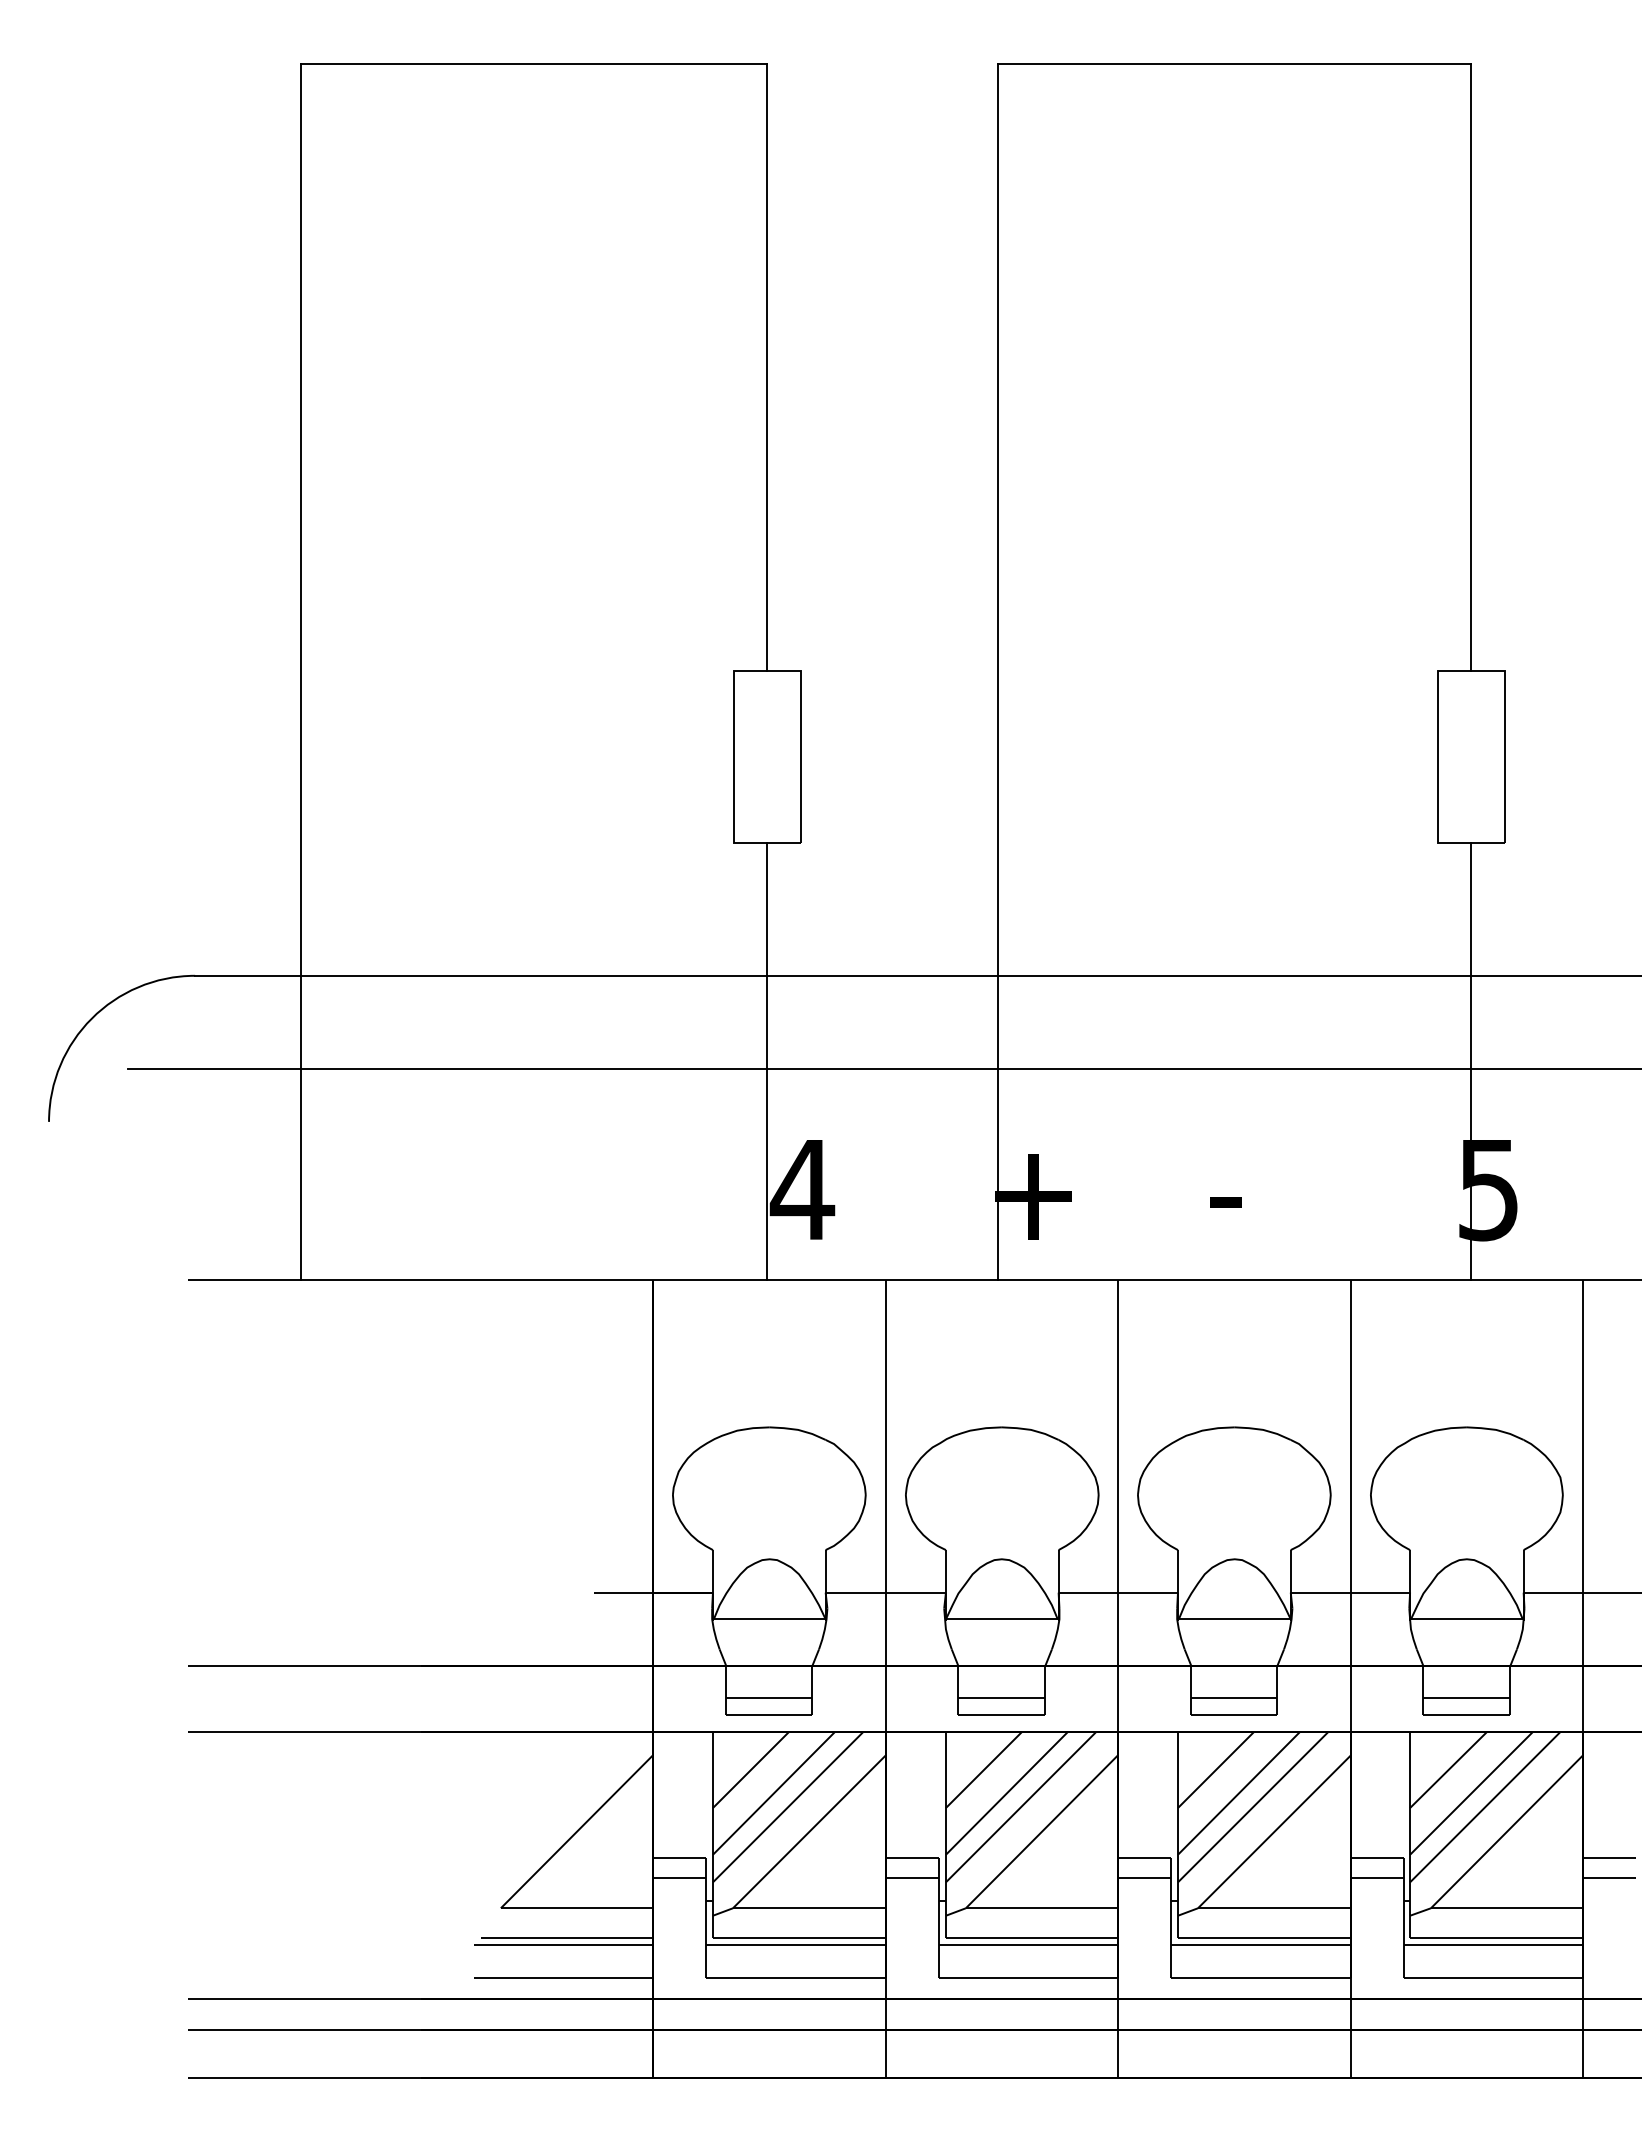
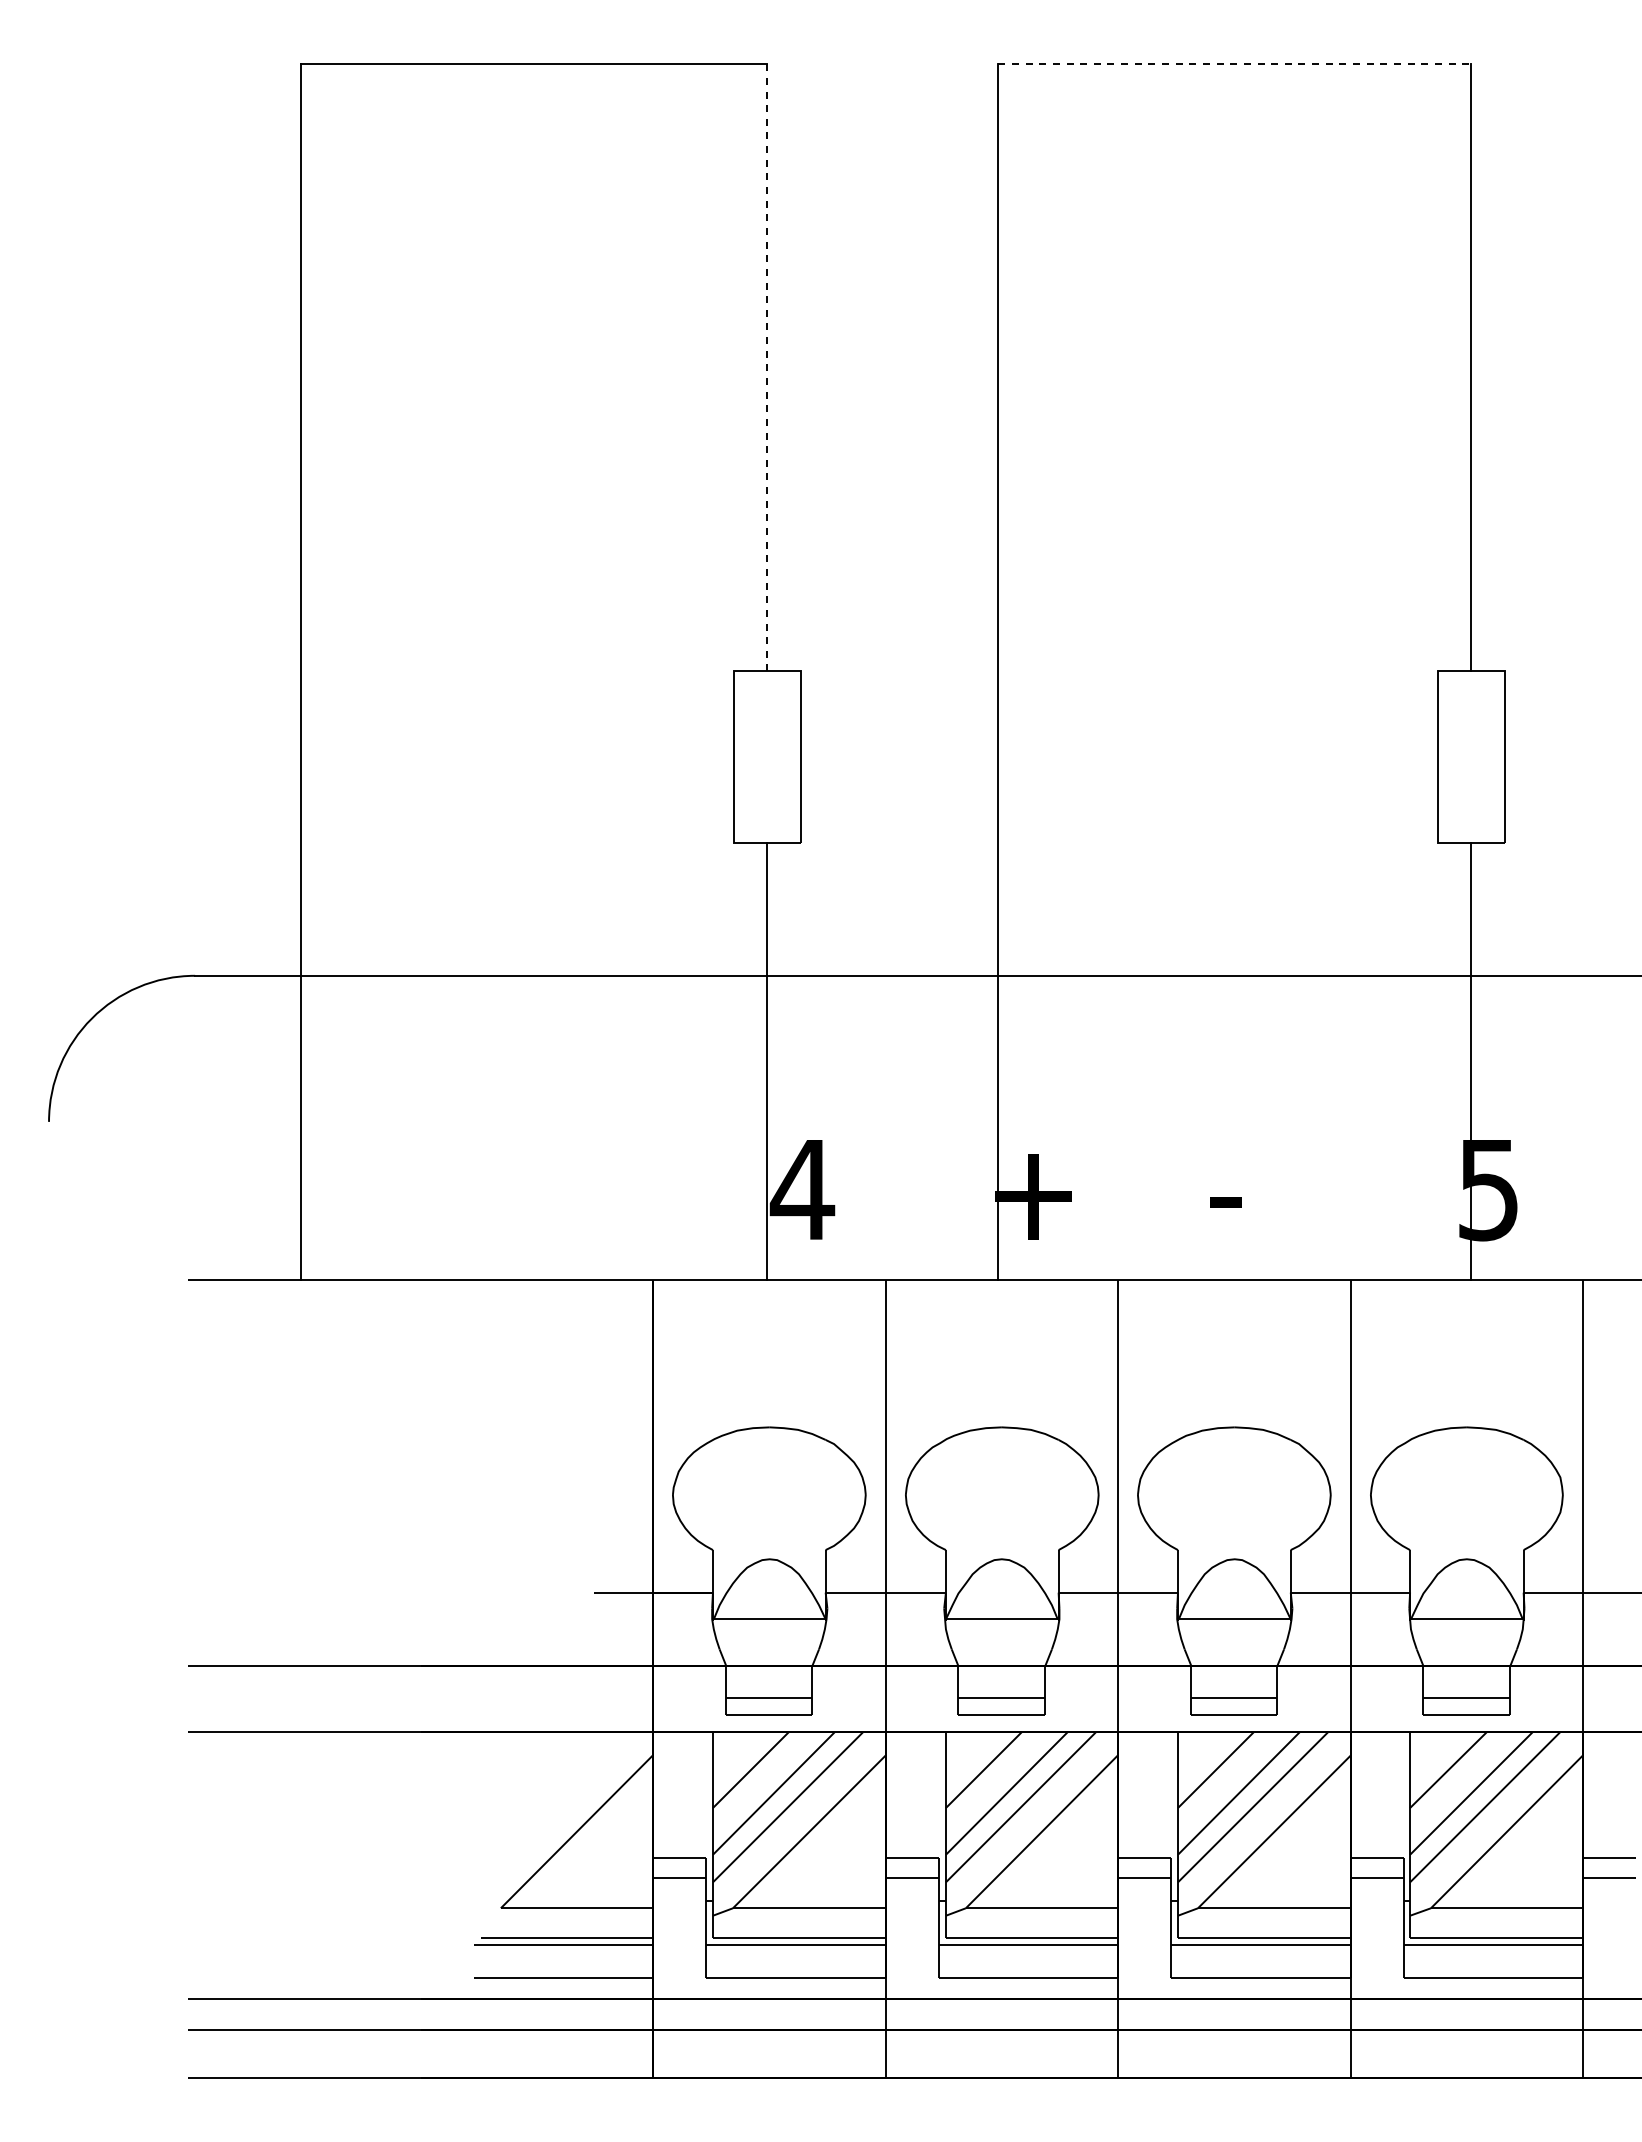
line at (1234, 64): solid -> dashed
line at (767, 367): solid -> dashed
line at (883, 1068): present -> none
